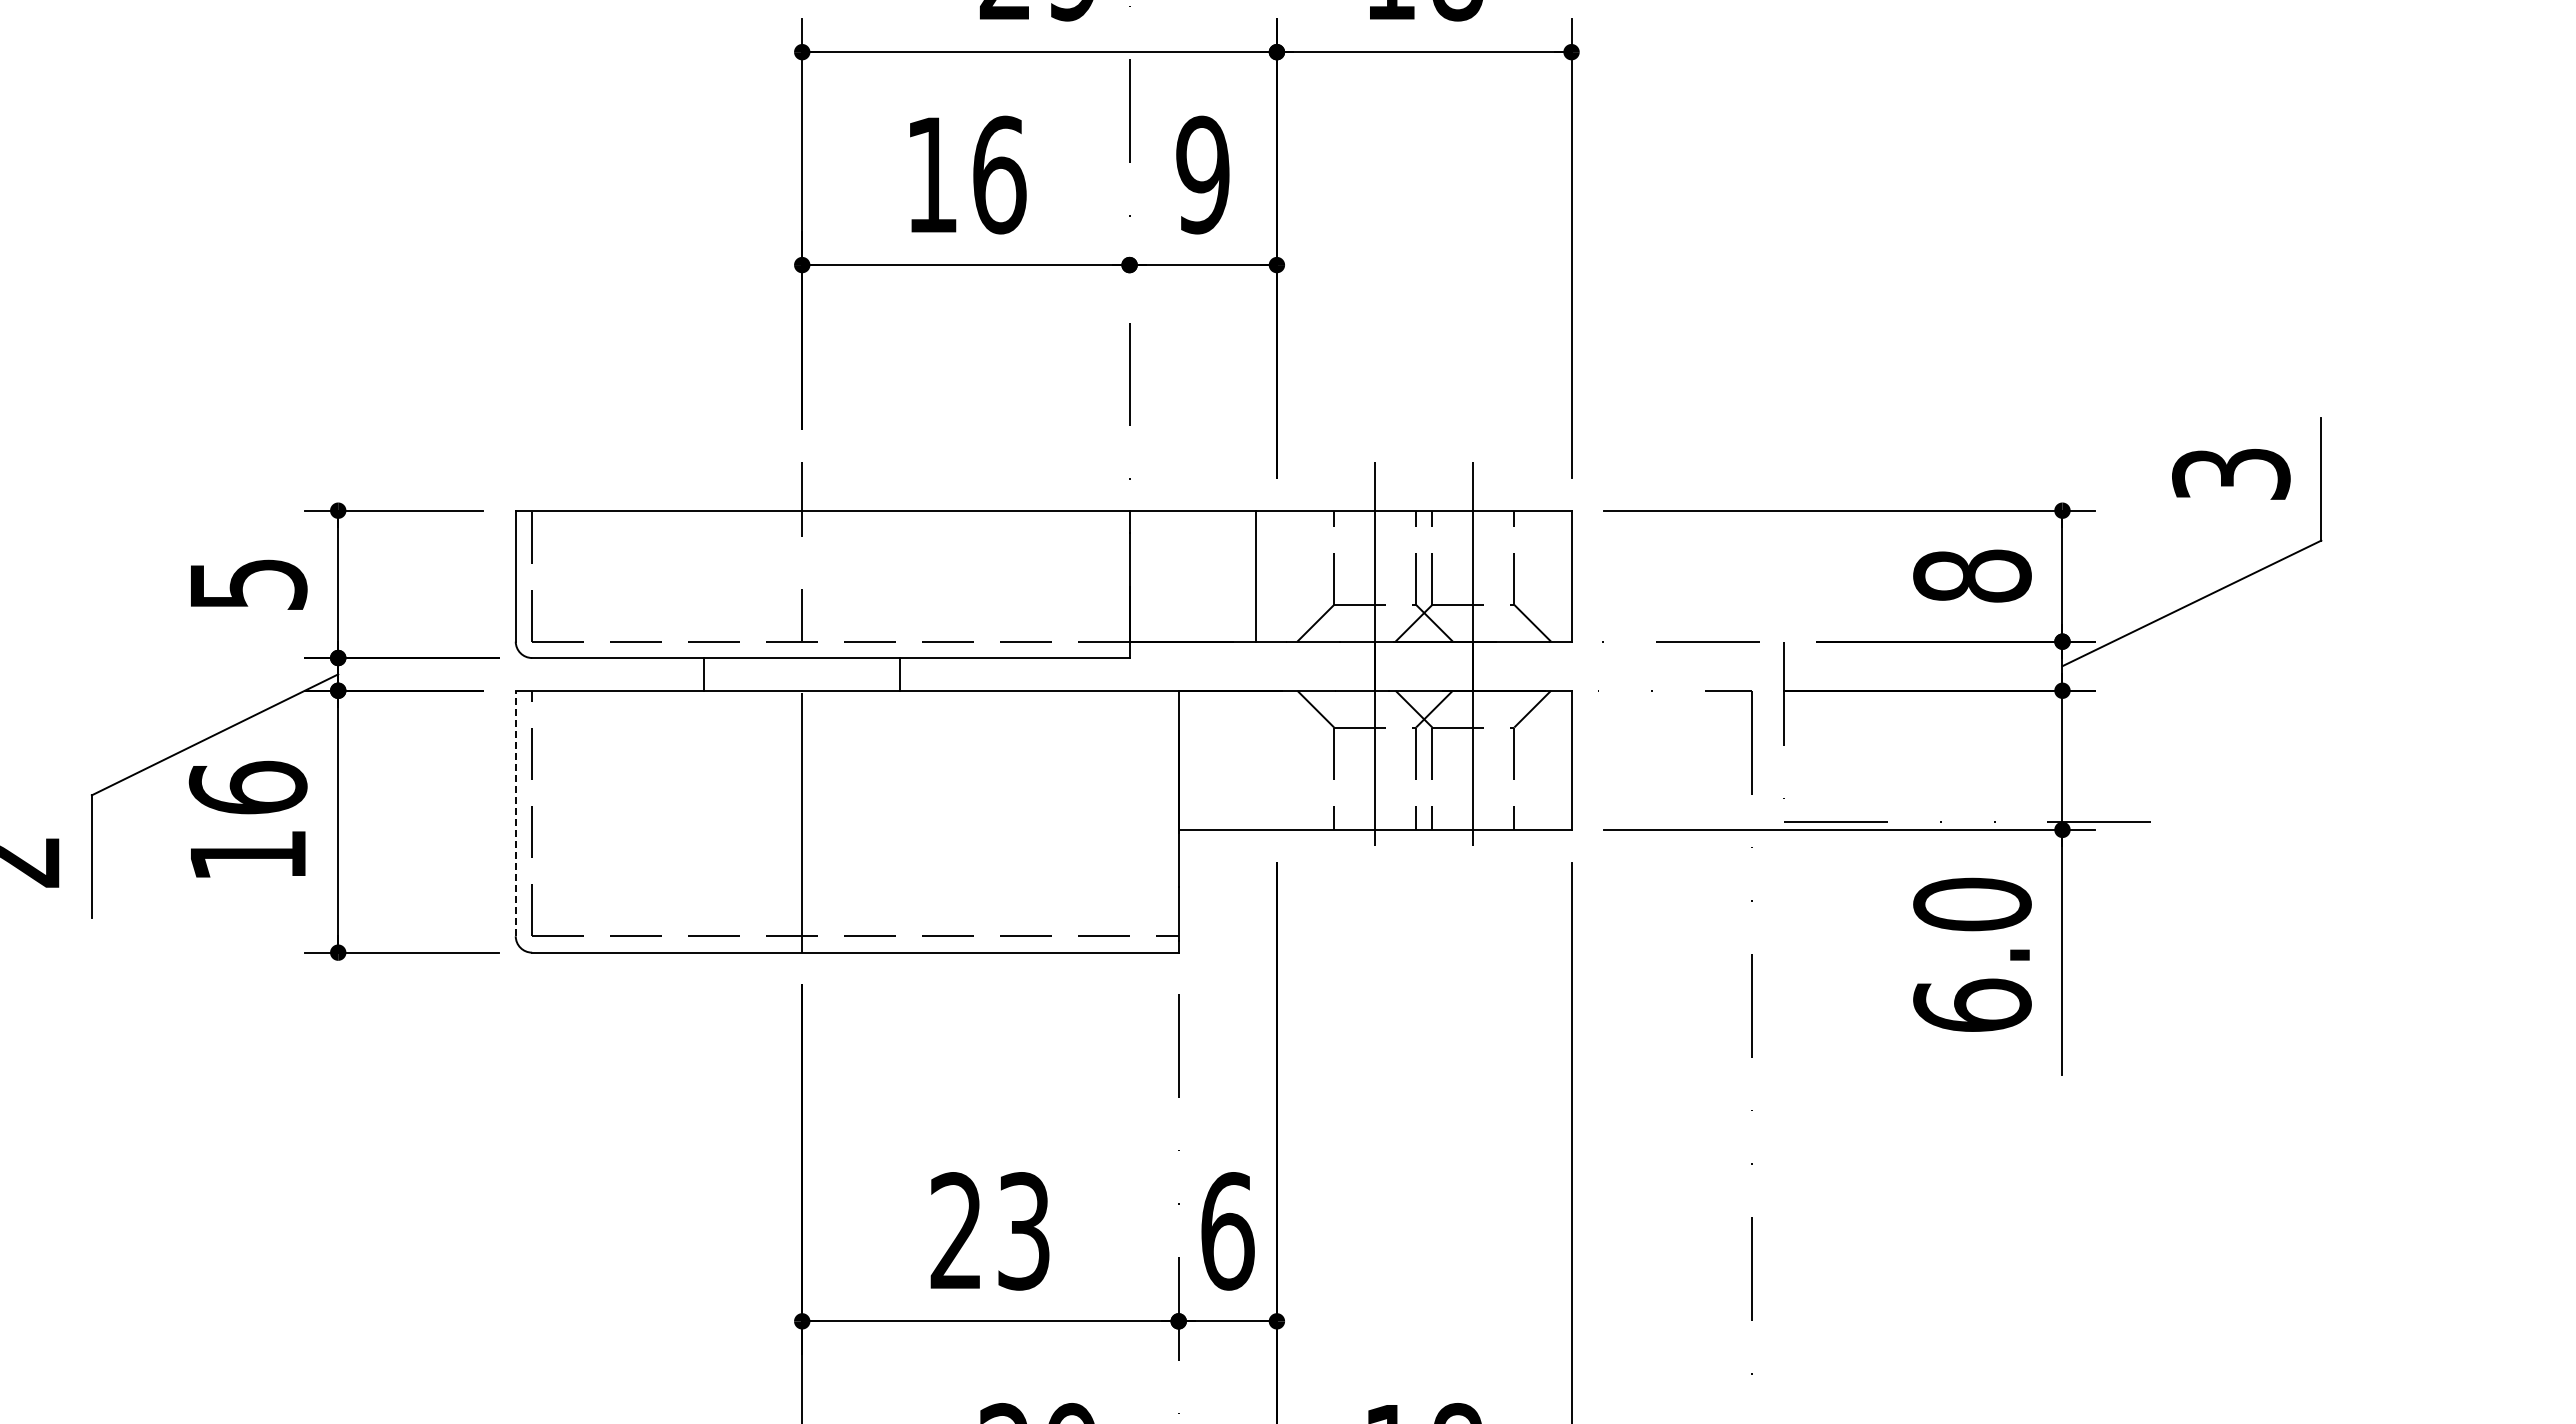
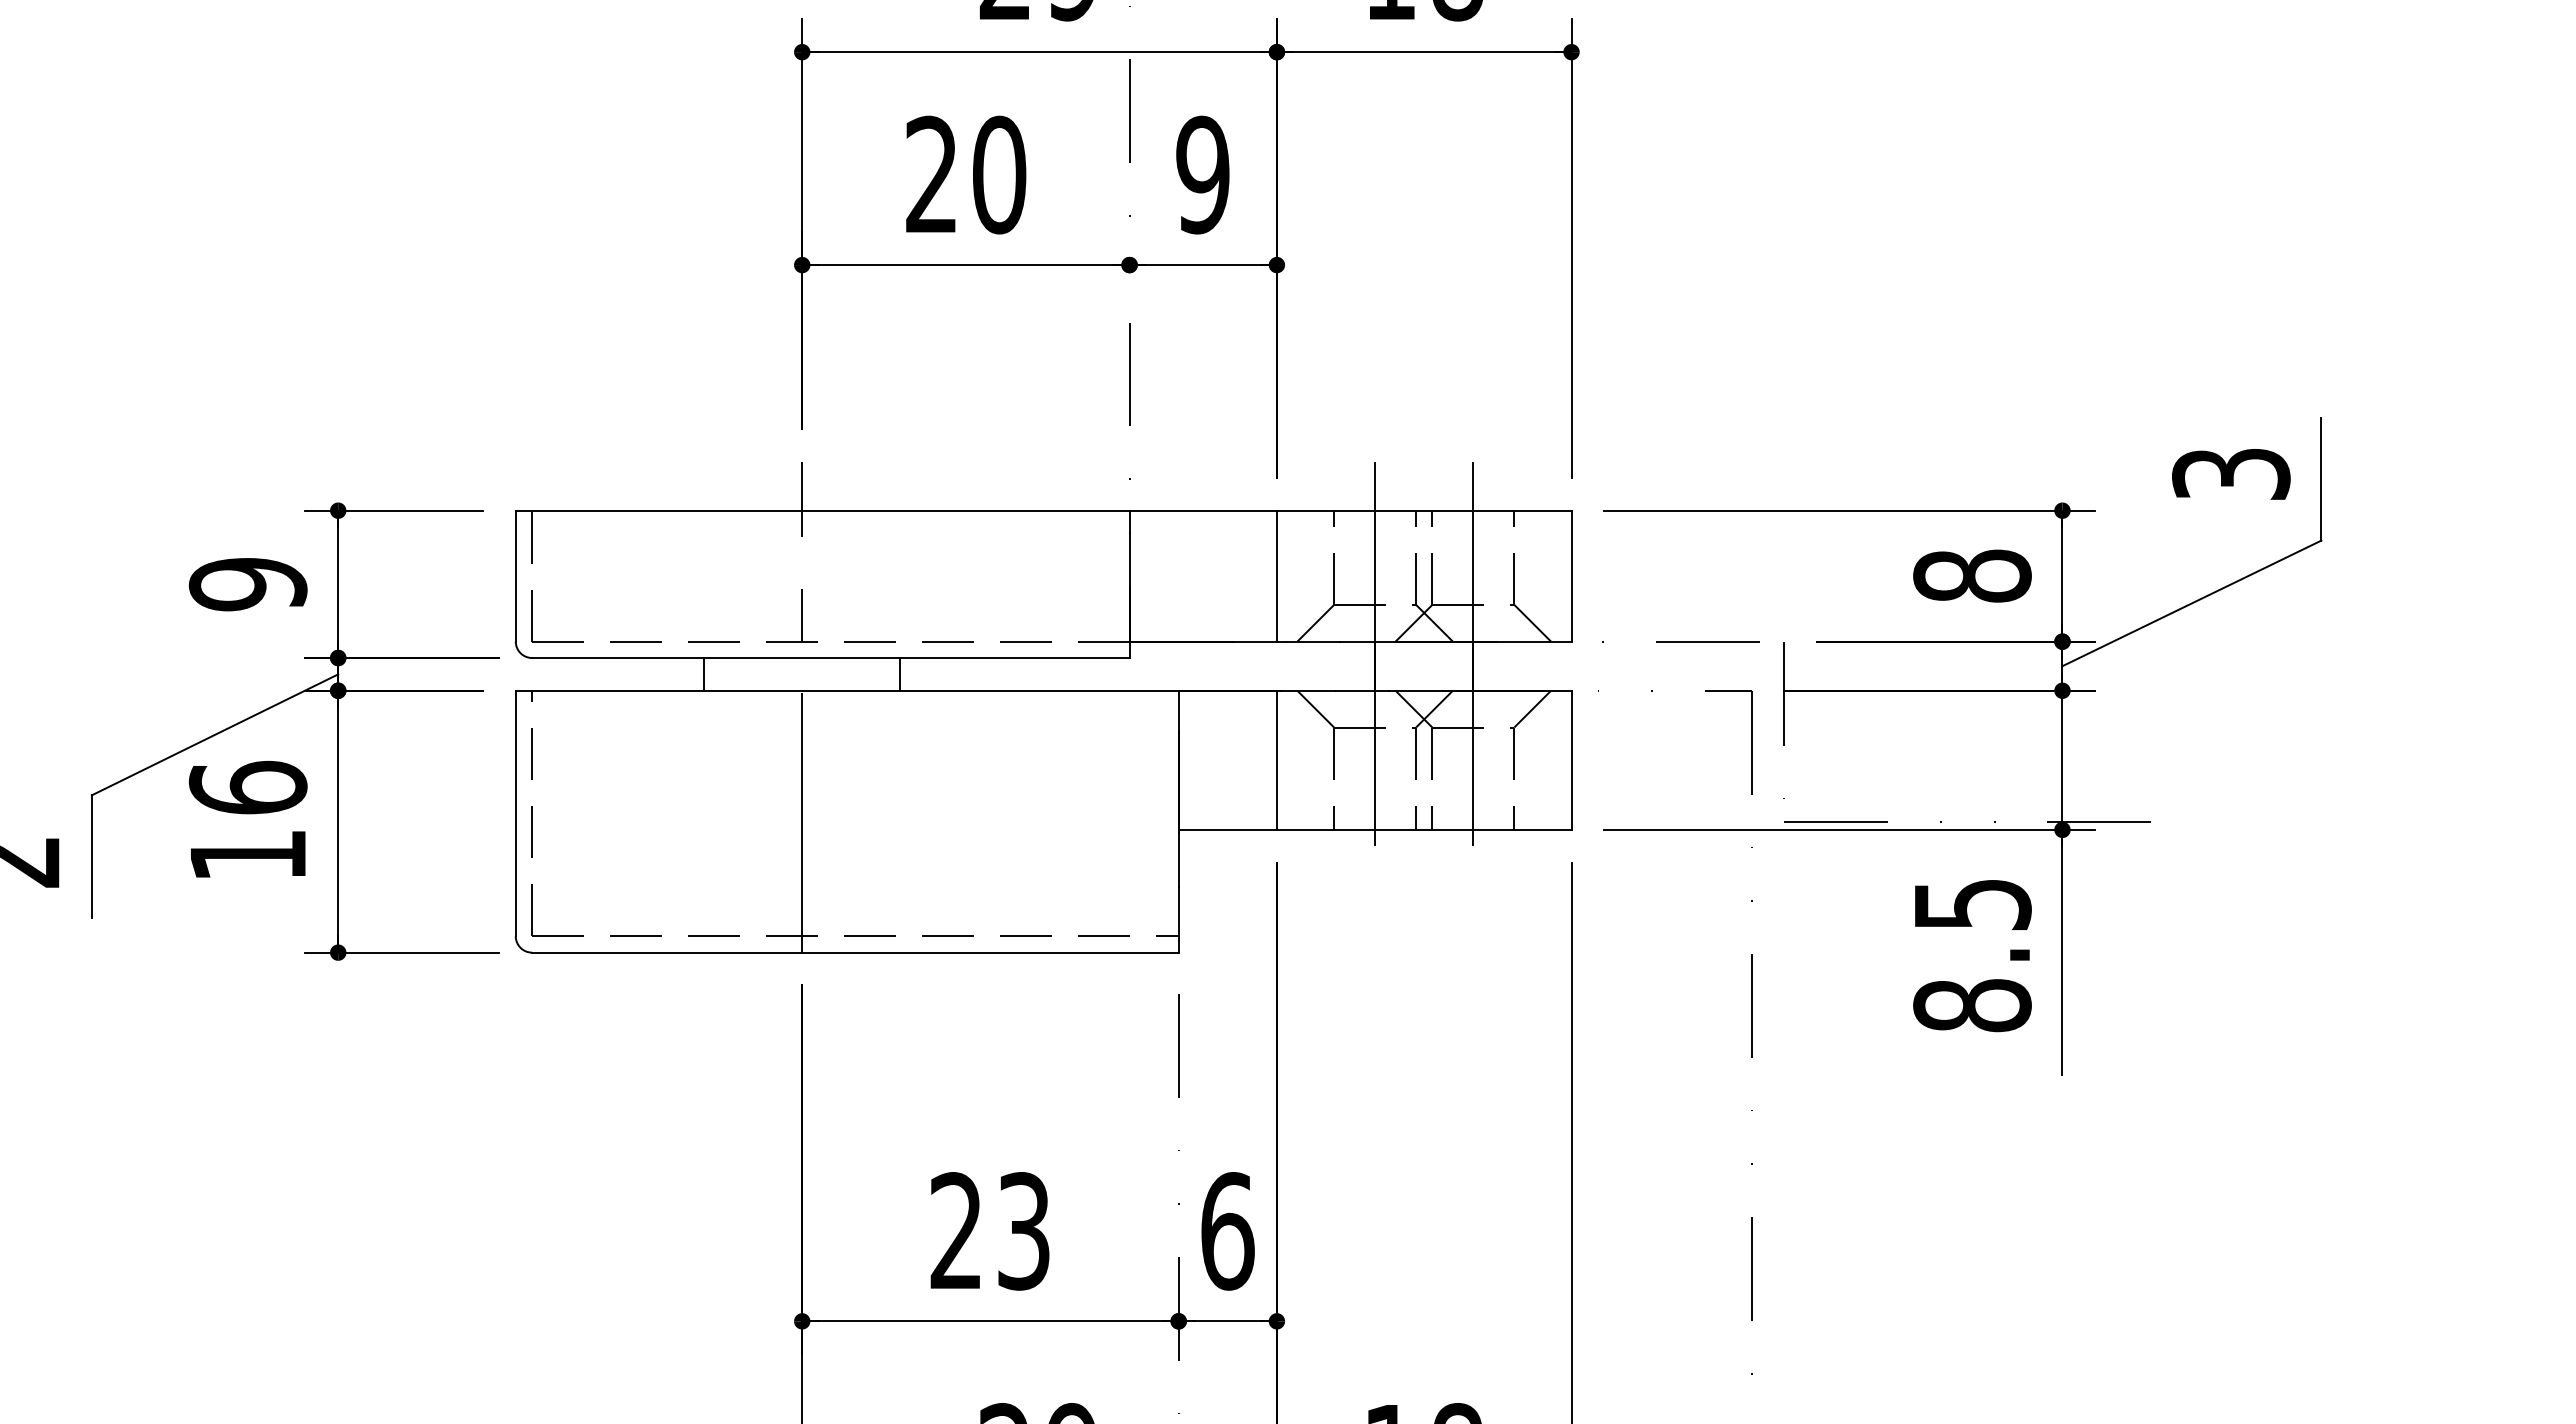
text at (966, 174): 16 -> 20
line at (1255, 575) position: (1255, 575) -> (1276, 575)
text at (247, 584): 5 -> 9
line at (1276, 759): none -> present
line at (515, 813): dashed -> solid
text at (1972, 954): 6.0 -> 8.5
